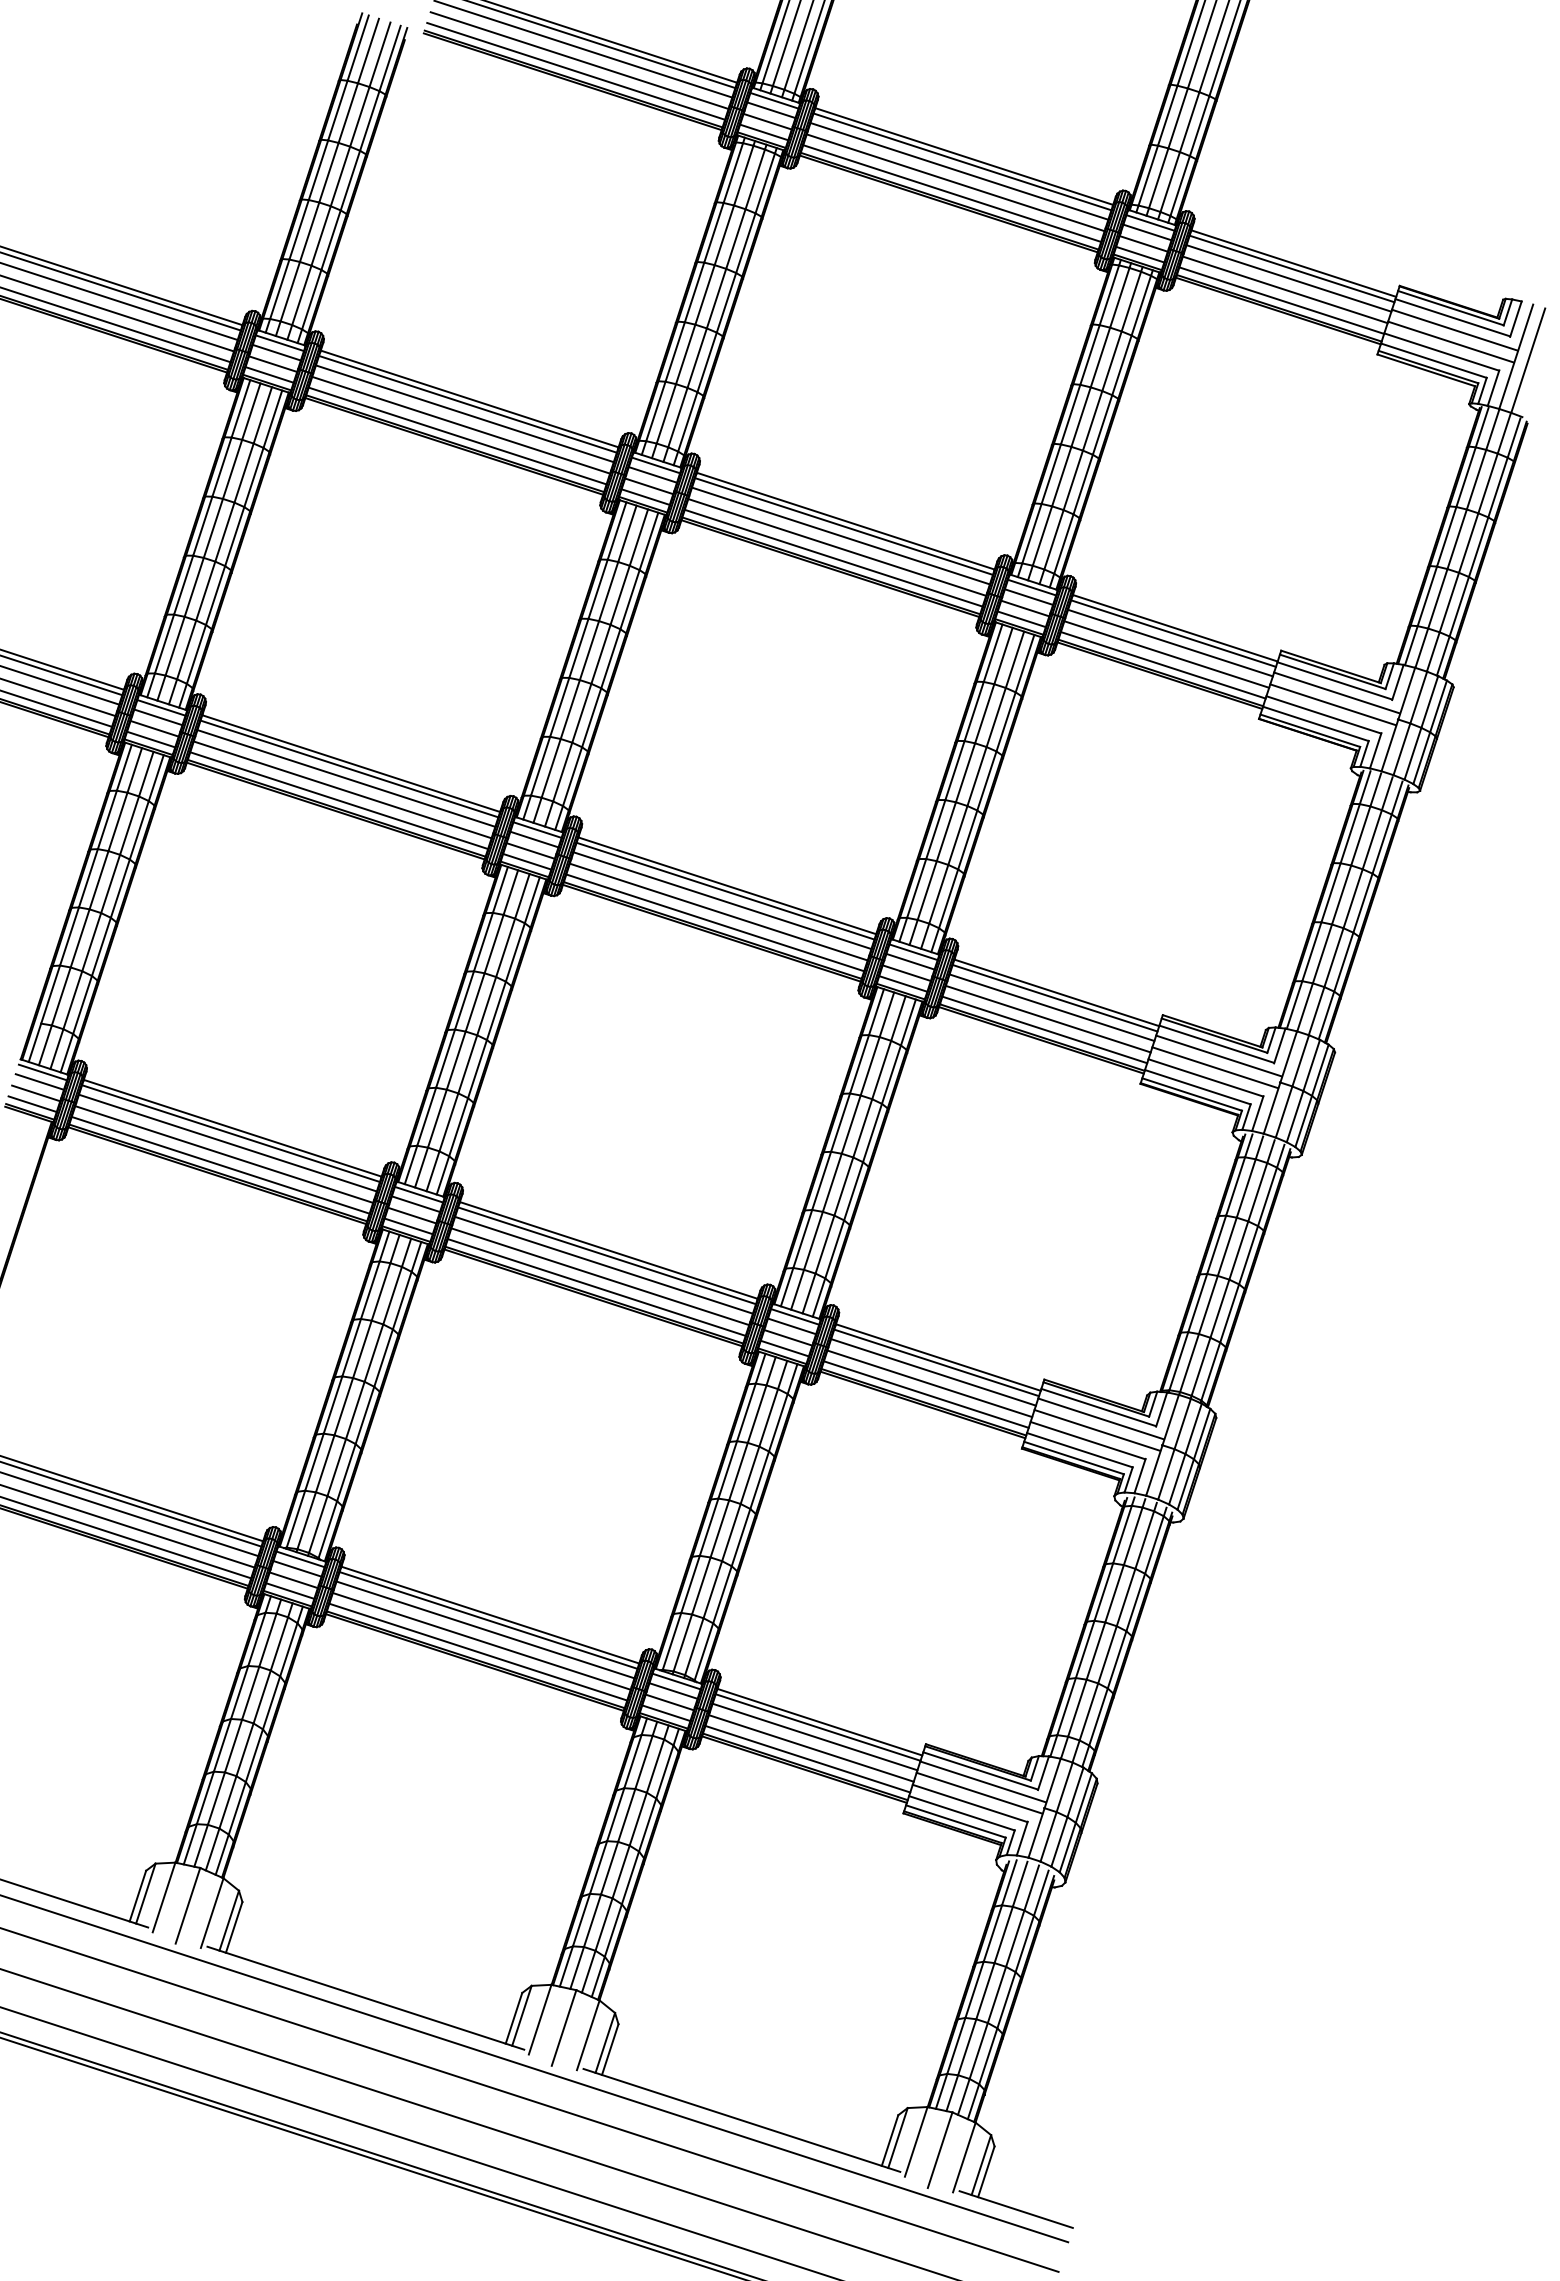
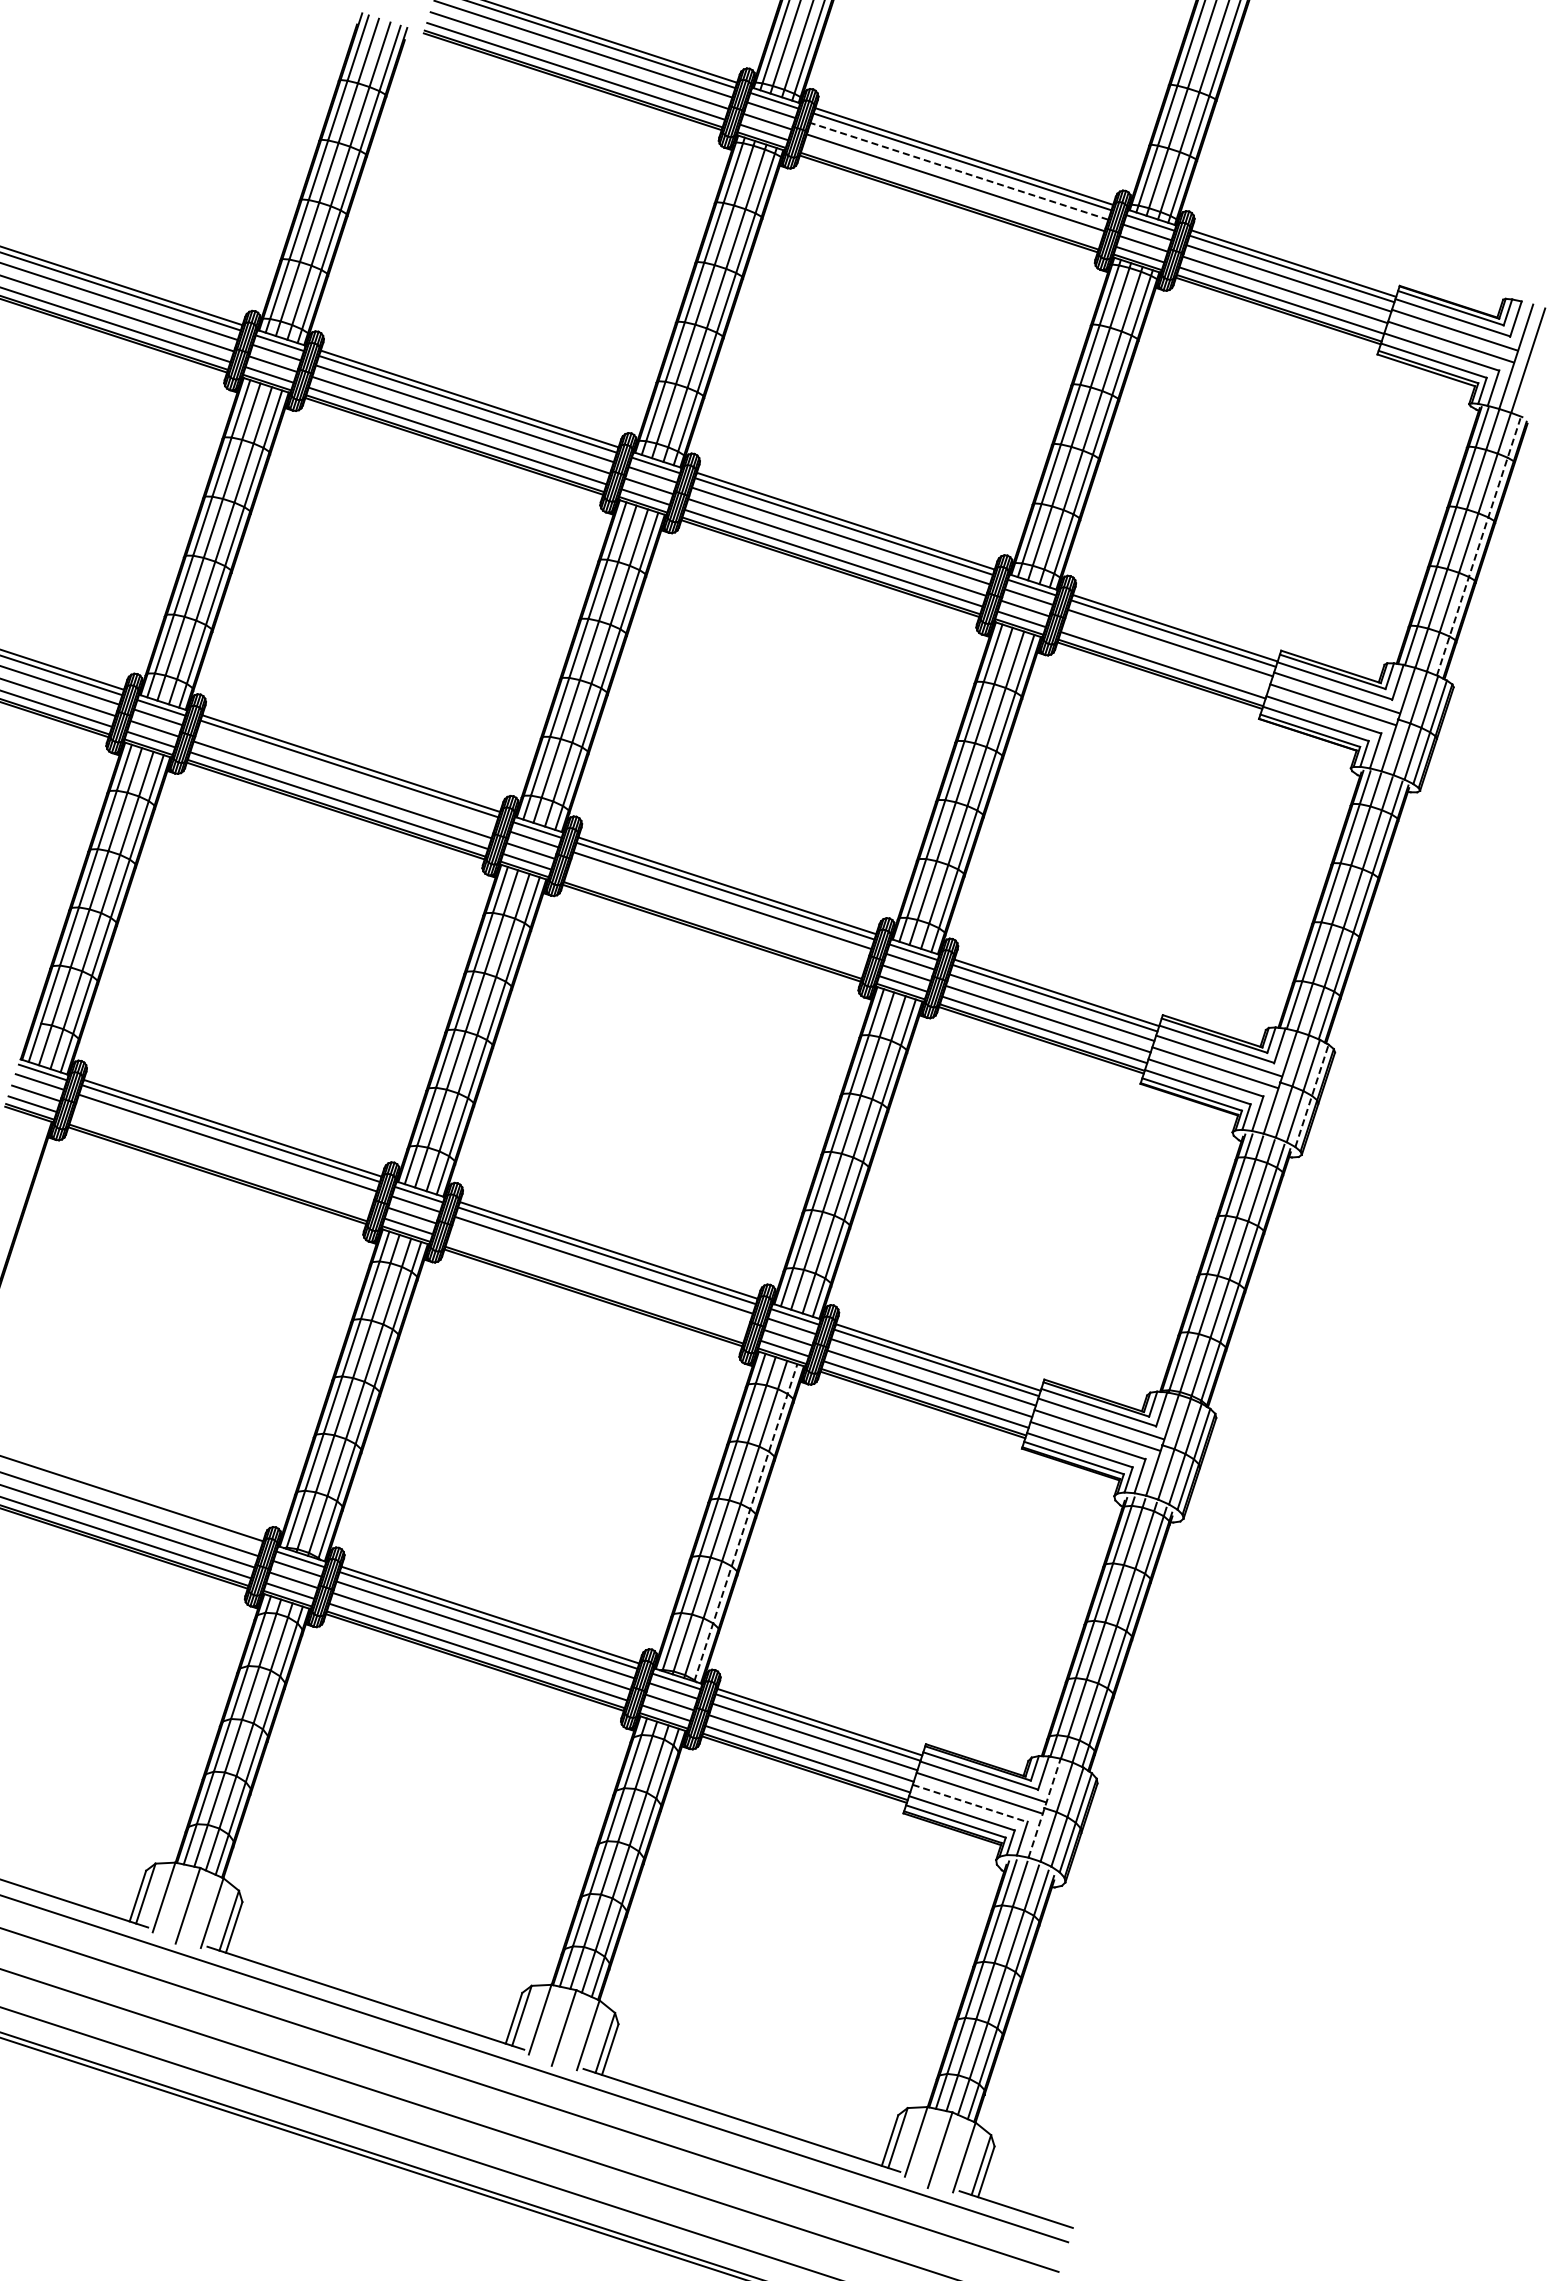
line at (959, 171): solid -> dashed
line at (952, 193): present -> none
line at (1478, 546): solid -> dashed
line at (1166, 654): present -> none
line at (346, 778): present -> none
line at (718, 911): present -> none
line at (715, 922): present -> none
line at (1312, 1095): solid -> dashed
line at (224, 1154): present -> none
line at (220, 1164): present -> none
line at (600, 1276): present -> none
line at (596, 1287): present -> none
line at (131, 1504): present -> none
line at (745, 1522): solid -> dashed
line at (970, 1803): solid -> dashed
line at (1044, 1807): solid -> dashed
